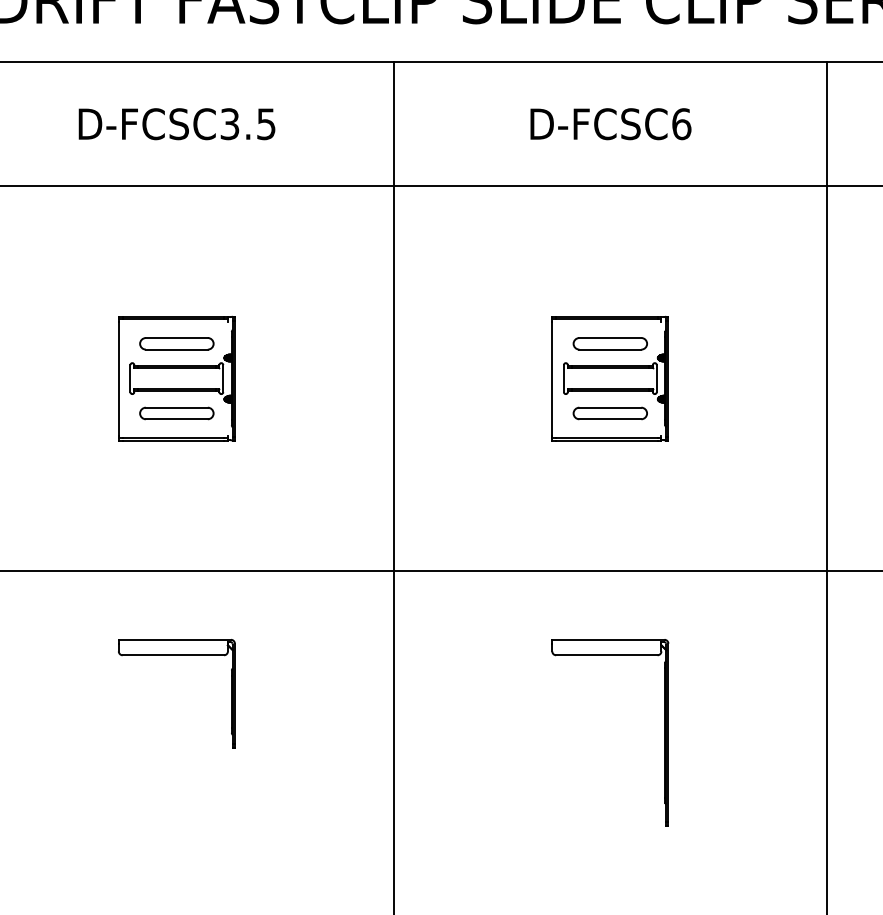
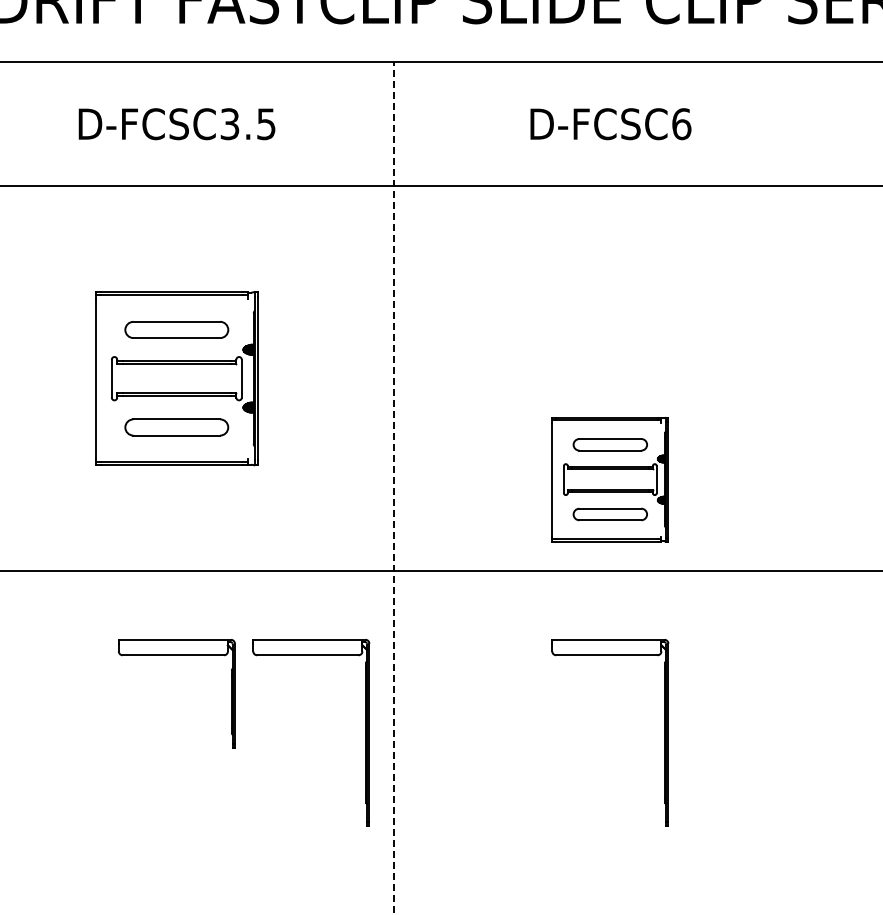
part at (176, 378) size: 118x127 px -> 164x176 px
part at (609, 378) position: (609, 378) -> (609, 479)
line at (827, 486): present -> none
line at (393, 488): solid -> dashed
part at (365, 732): none -> present
